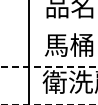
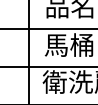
line at (48, 28): none -> present
line at (49, 66): dashed -> solid
line at (49, 104): dashed -> solid
